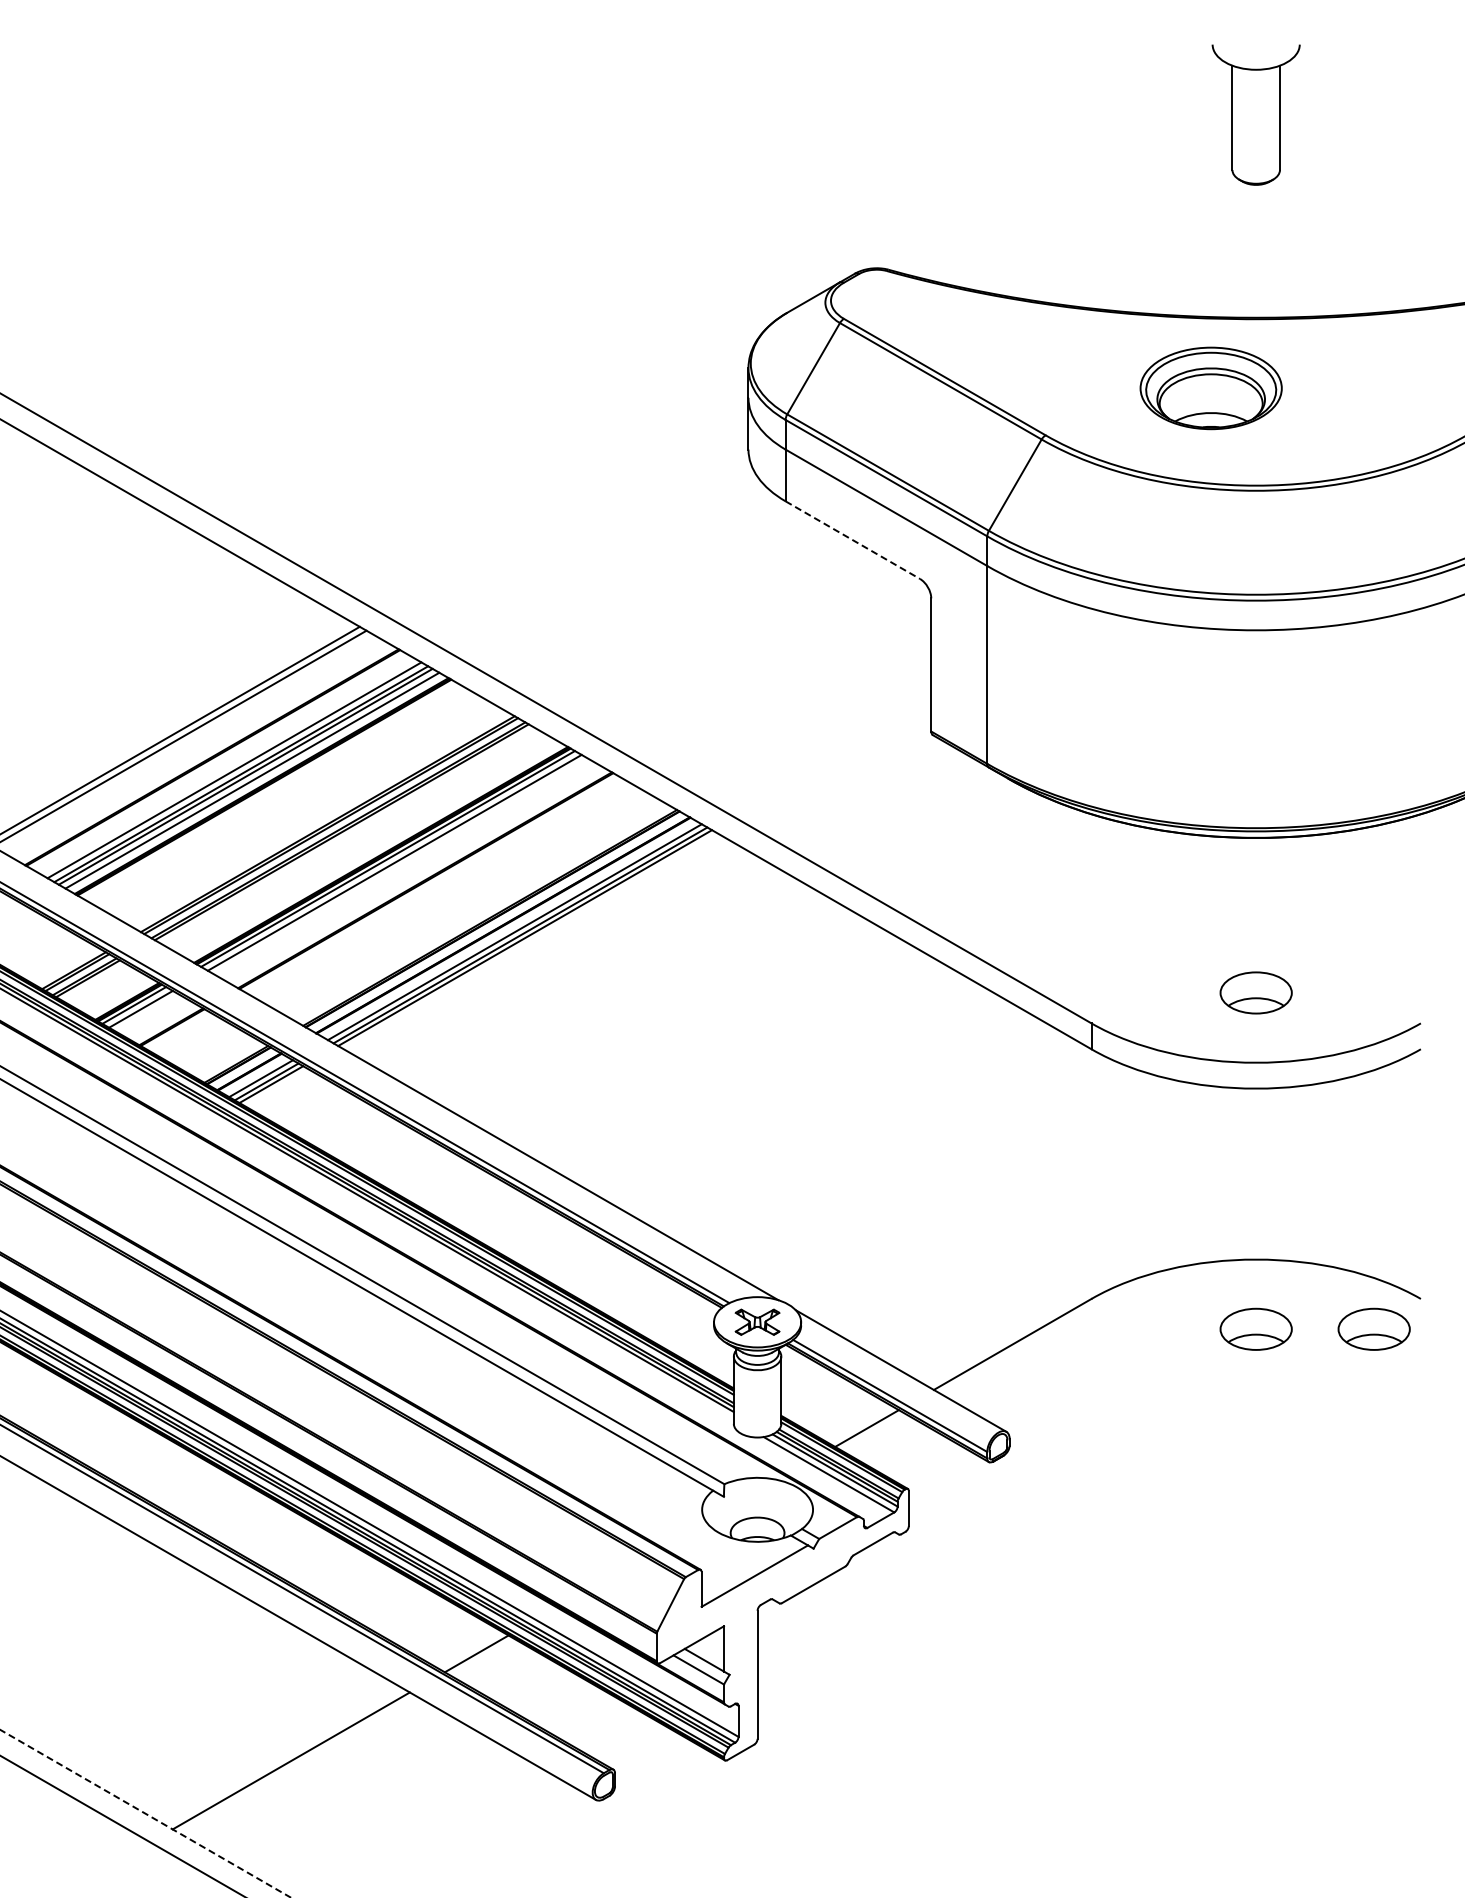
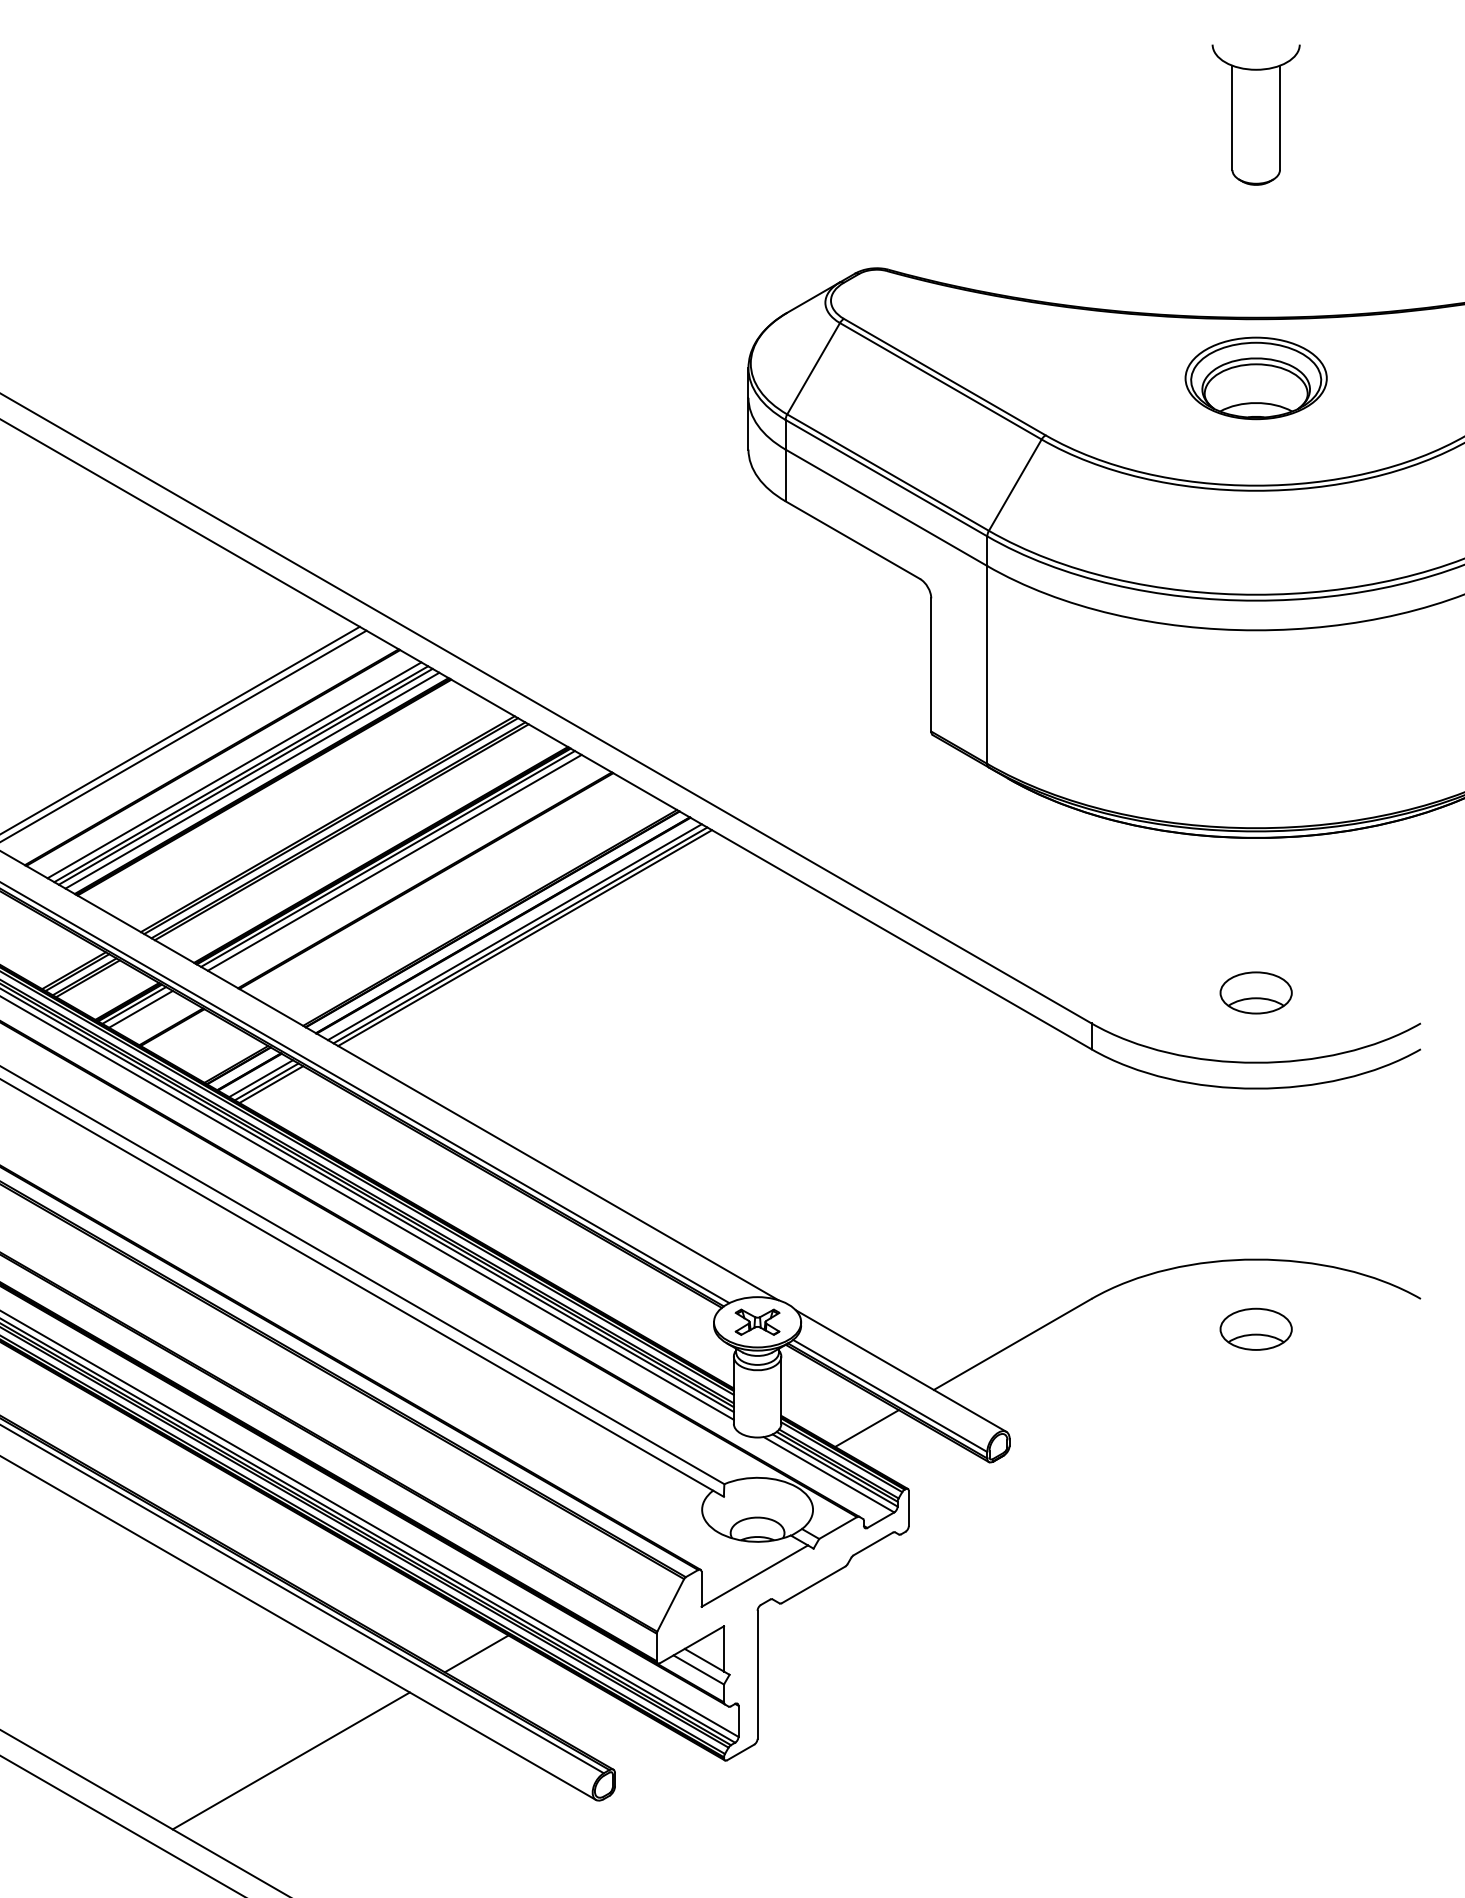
part at (1210, 388) position: (1210, 388) -> (1255, 378)
line at (852, 540): dashed -> solid
line at (367, 1208): none -> present
part at (1373, 1328): present -> none
line at (146, 1814): dashed -> solid
